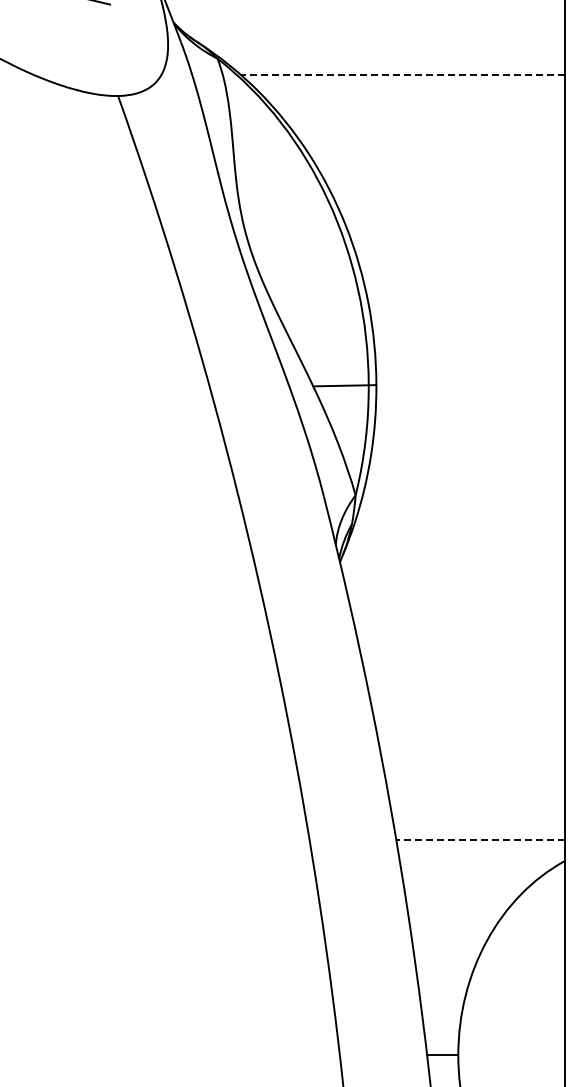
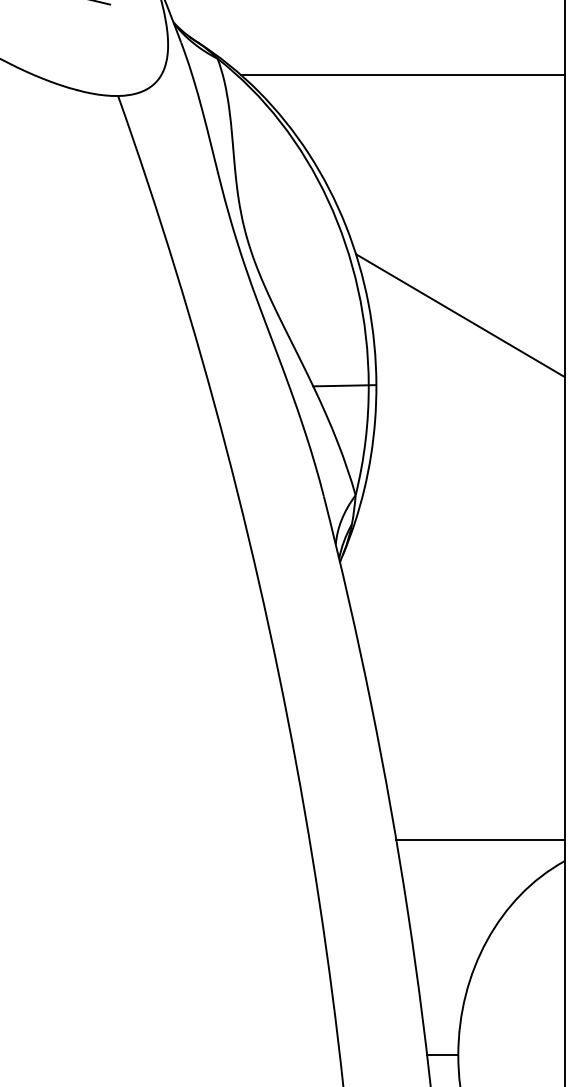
line at (402, 74): dashed -> solid
line at (460, 315): none -> present
line at (480, 840): dashed -> solid
